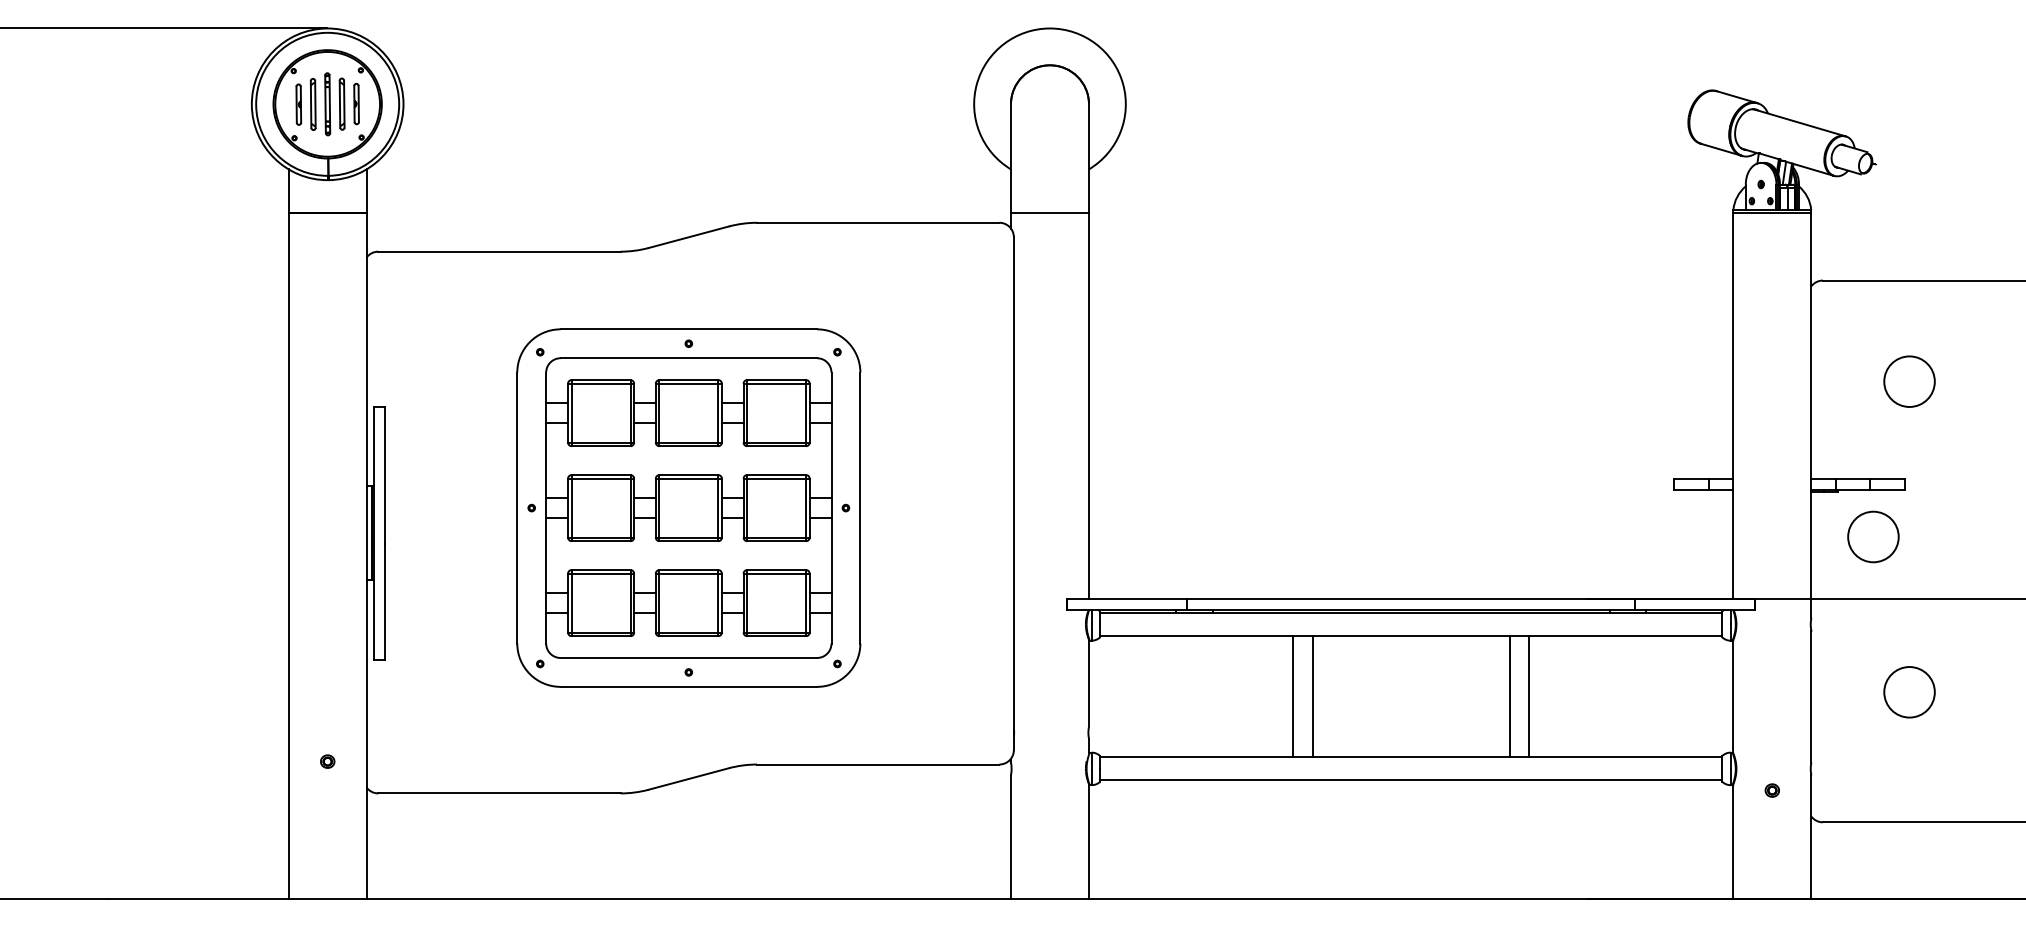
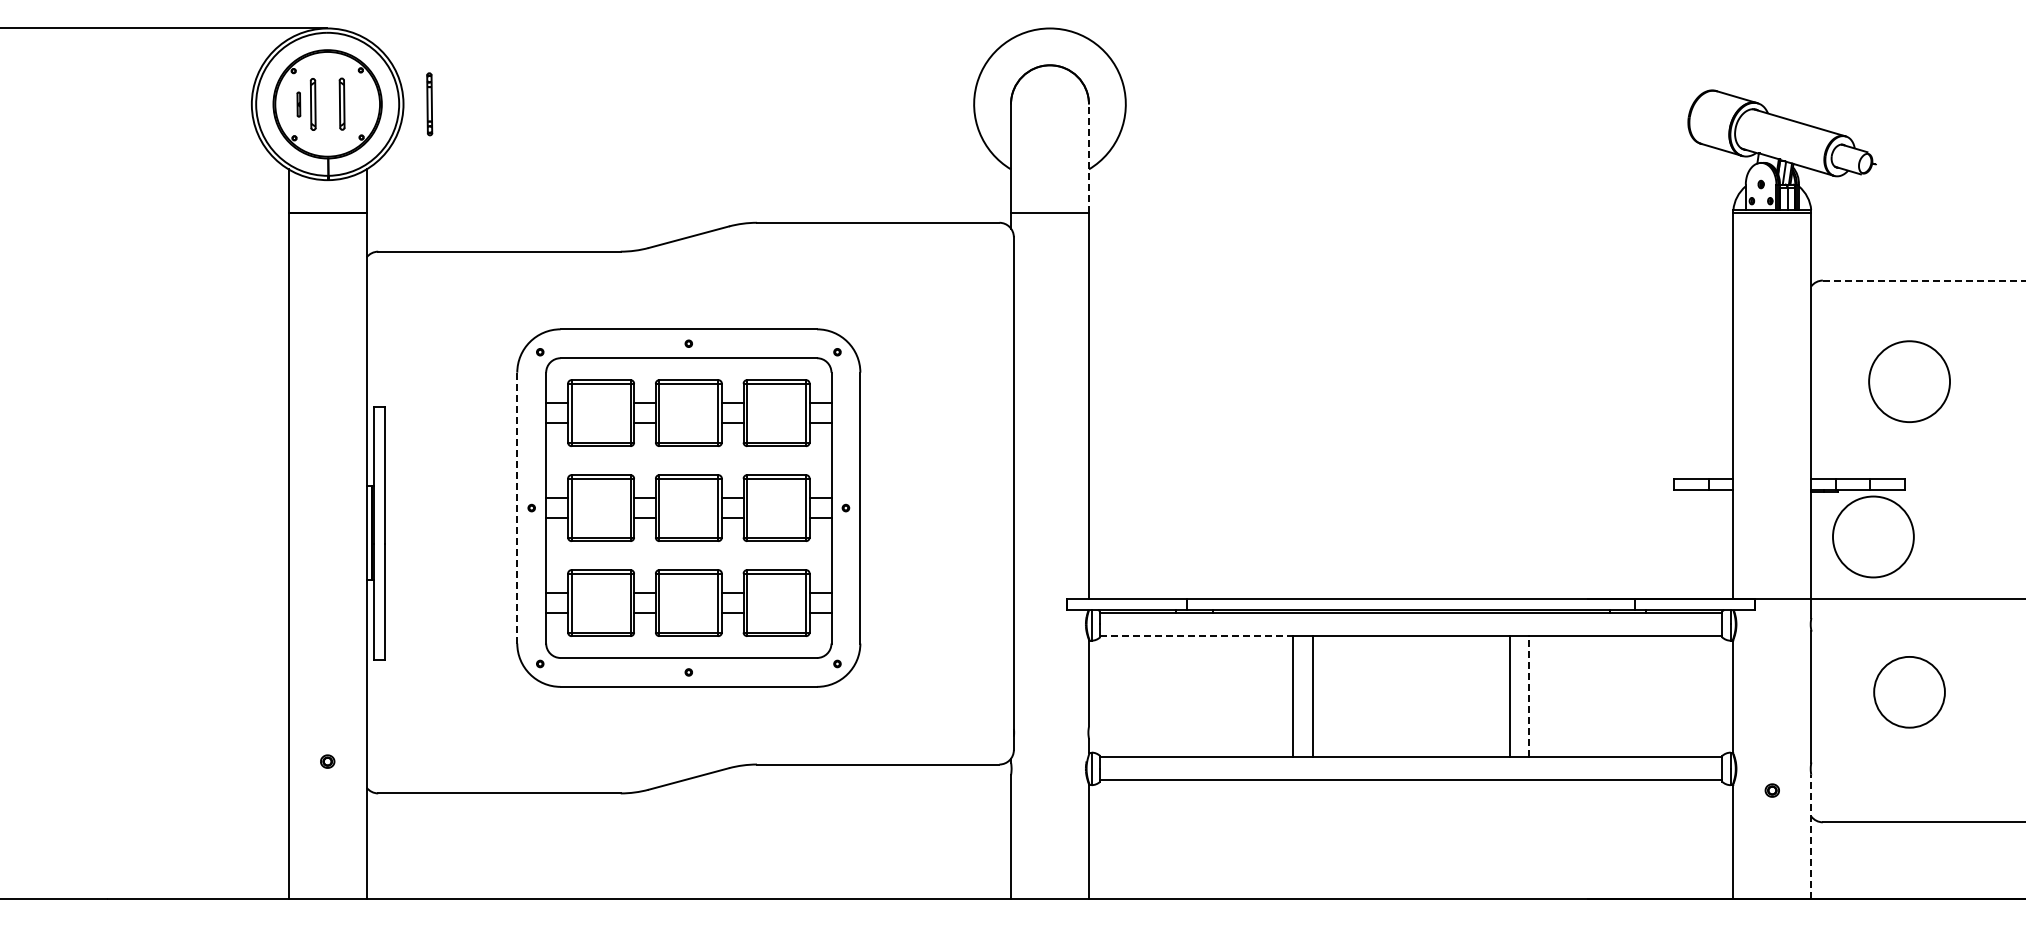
part at (356, 103): present -> none
part at (298, 104) size: 8x43 px -> 6x27 px
part at (327, 104) position: (327, 104) -> (429, 104)
line at (1089, 158): solid -> dashed
line at (1924, 280): solid -> dashed
circle at (1909, 381) diameter: 51 px -> 81 px
line at (517, 508): solid -> dashed
circle at (1873, 536) diameter: 51 px -> 81 px
line at (1197, 636): solid -> dashed
circle at (1909, 692) diameter: 51 px -> 71 px
line at (1529, 696): solid -> dashed
line at (1811, 837): solid -> dashed
